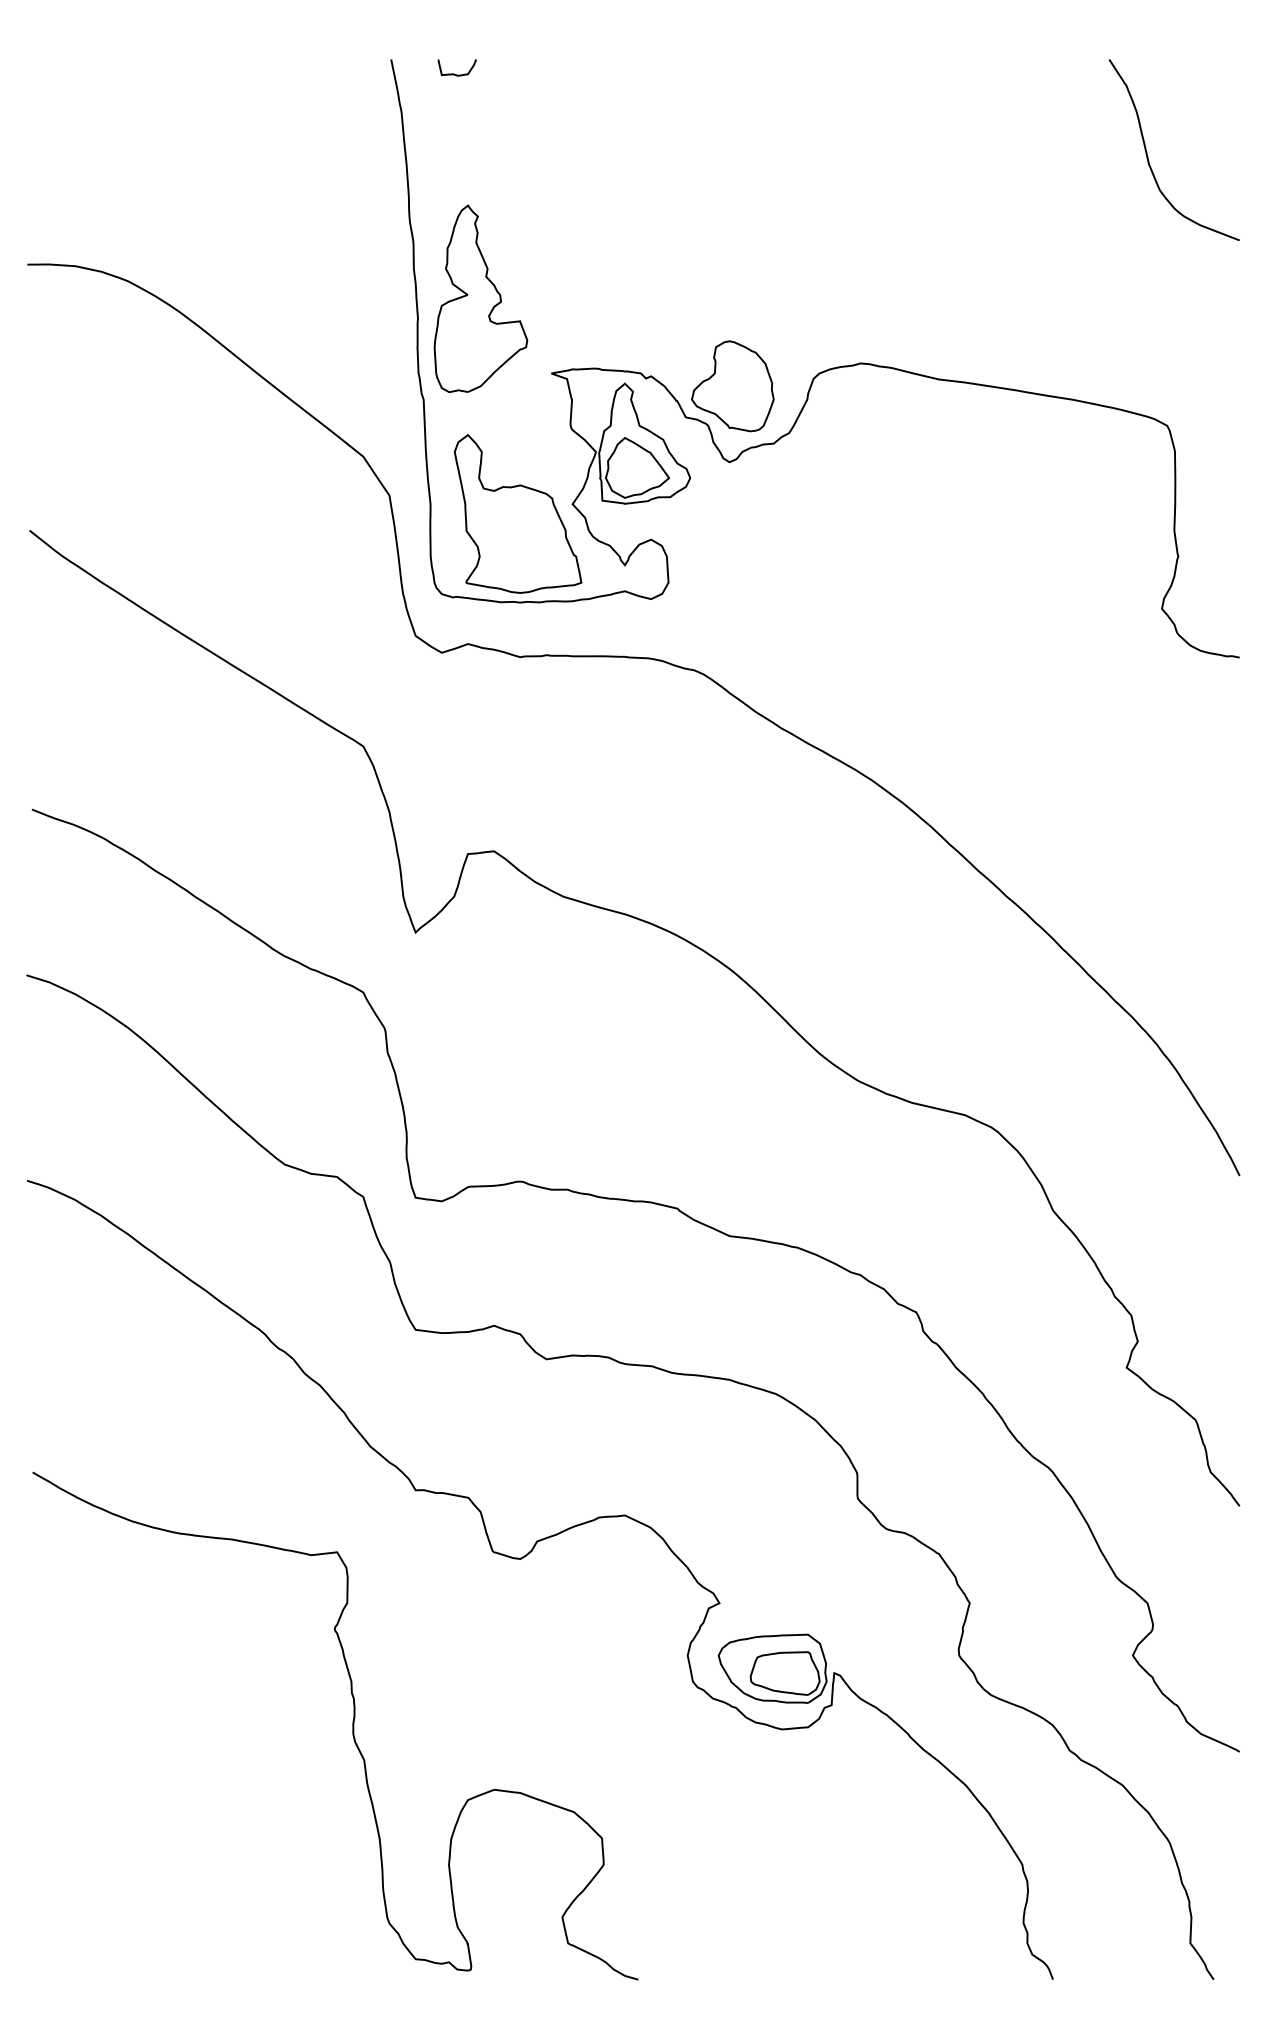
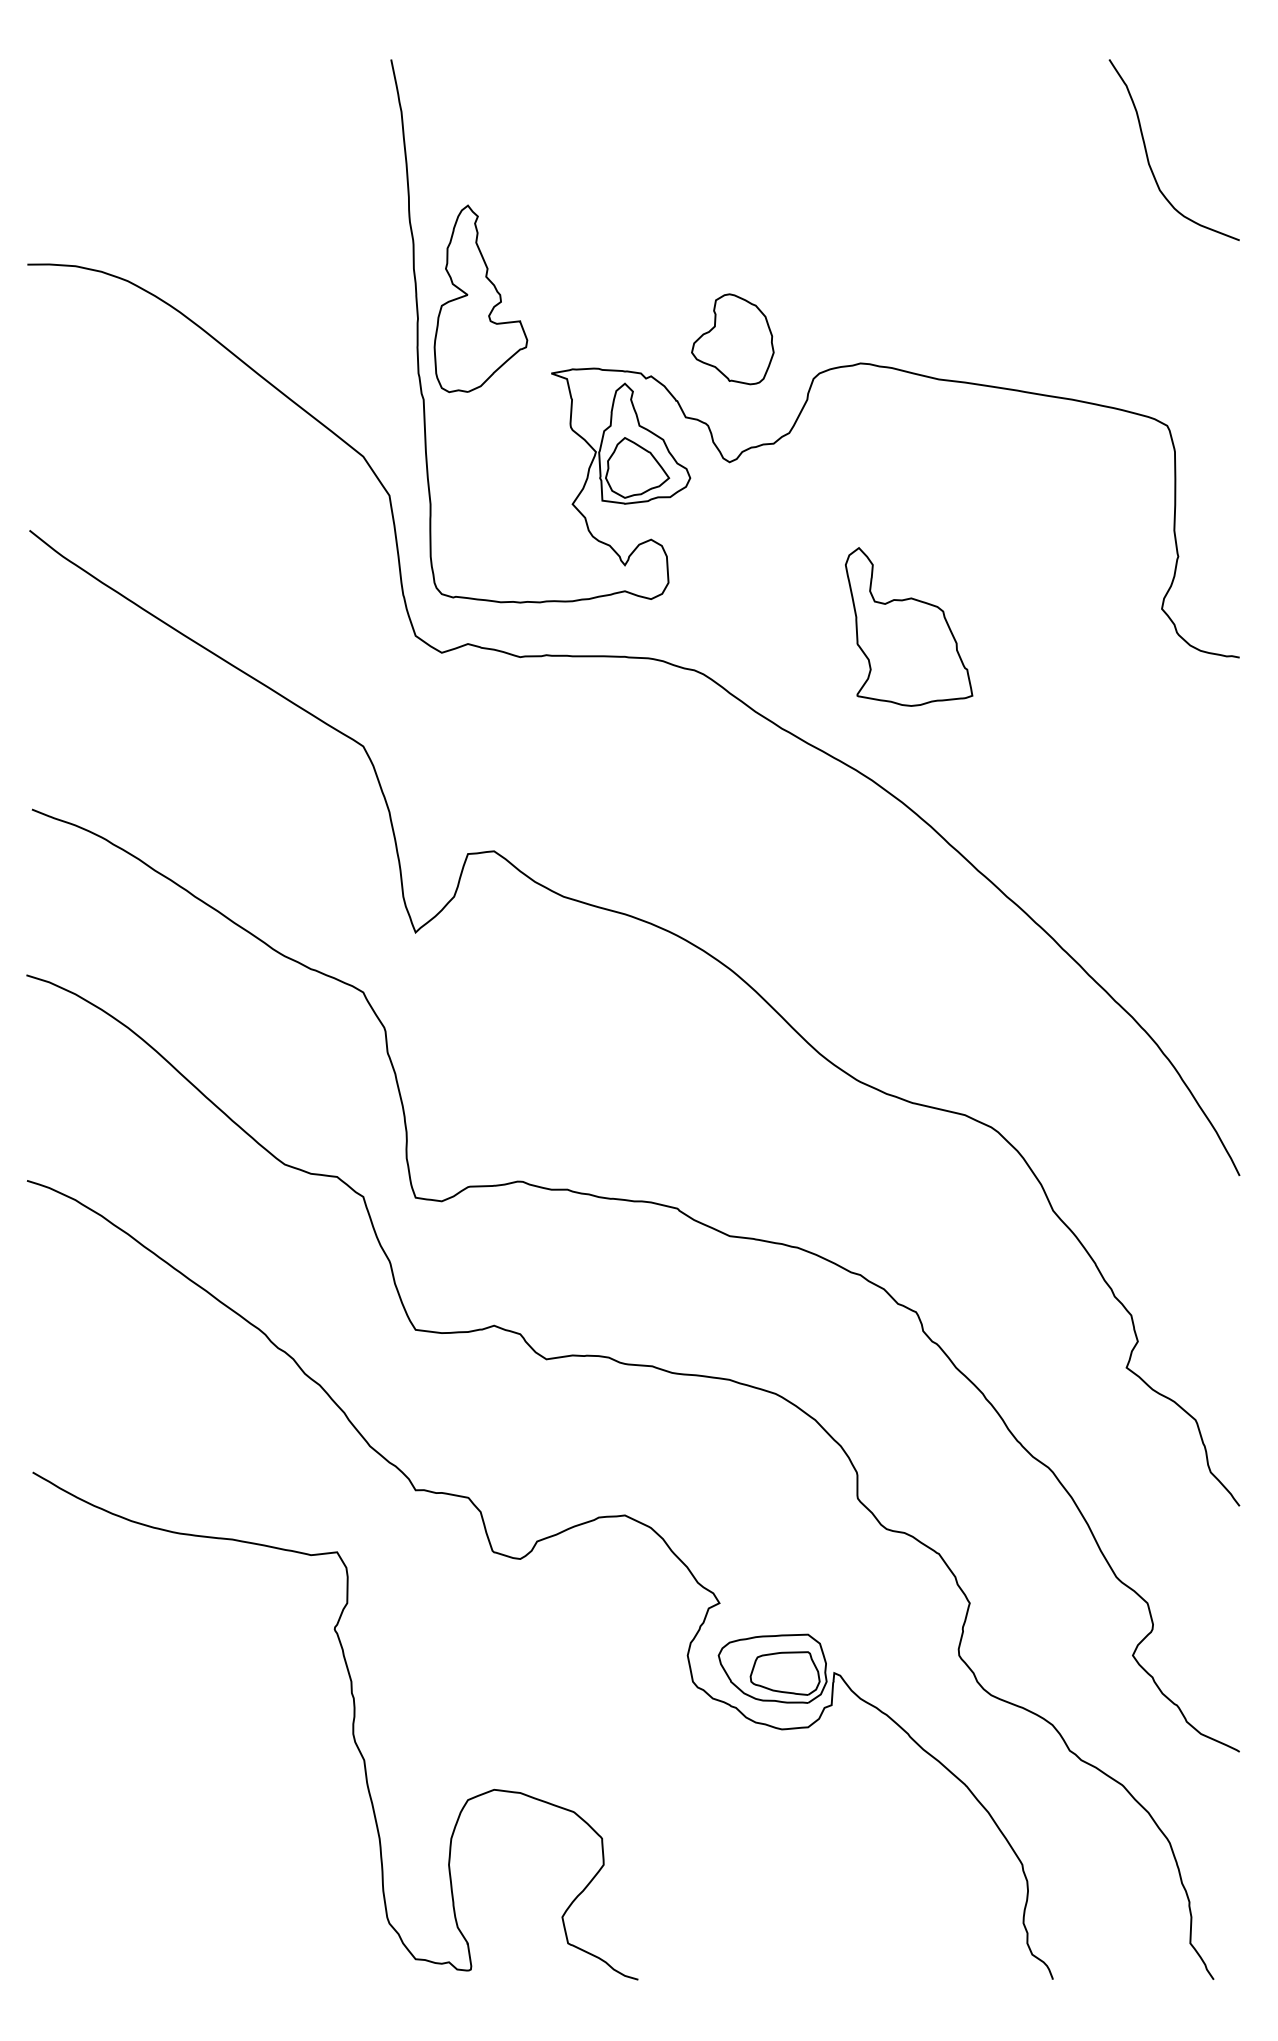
curve at (454, 73): present -> none
part at (732, 386) position: (732, 386) -> (732, 339)
part at (518, 513) position: (518, 513) -> (909, 626)
